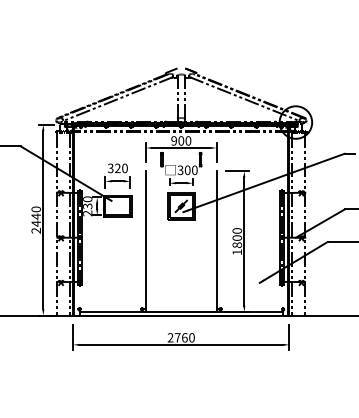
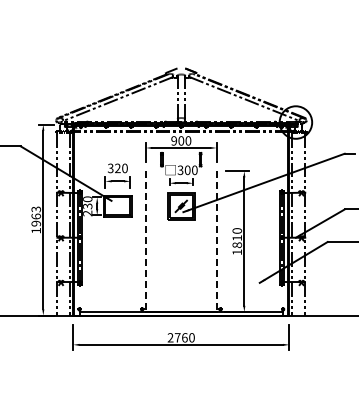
text at (36, 219): 2440 -> 1963
text at (237, 237): 1800 -> 1810
line at (146, 242): solid -> dashed
line at (216, 242): solid -> dashed
